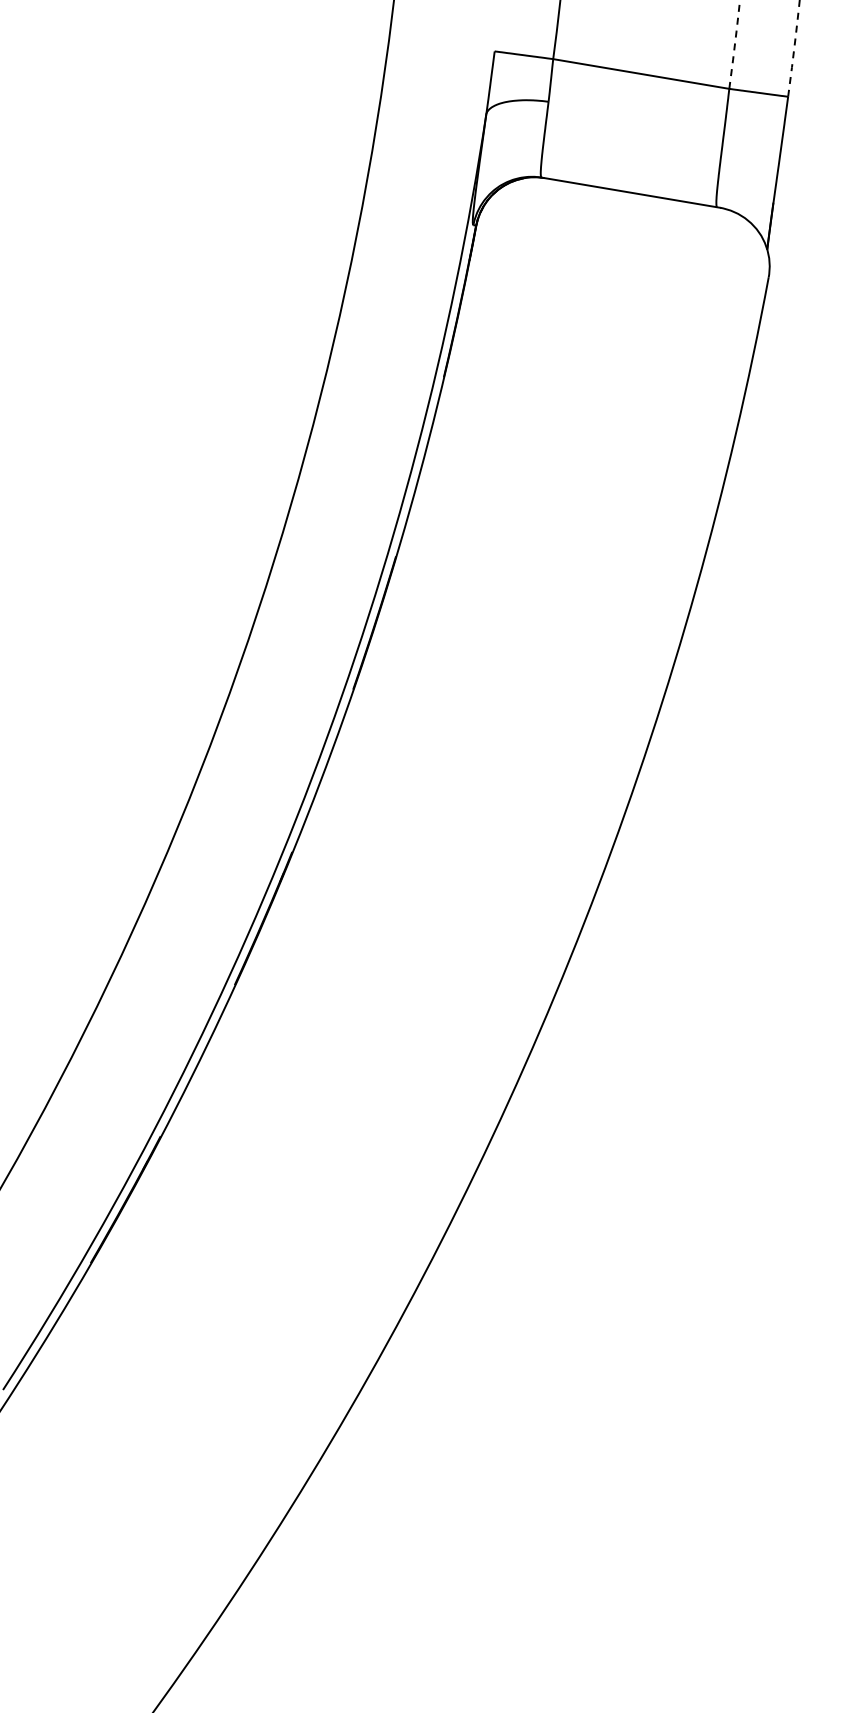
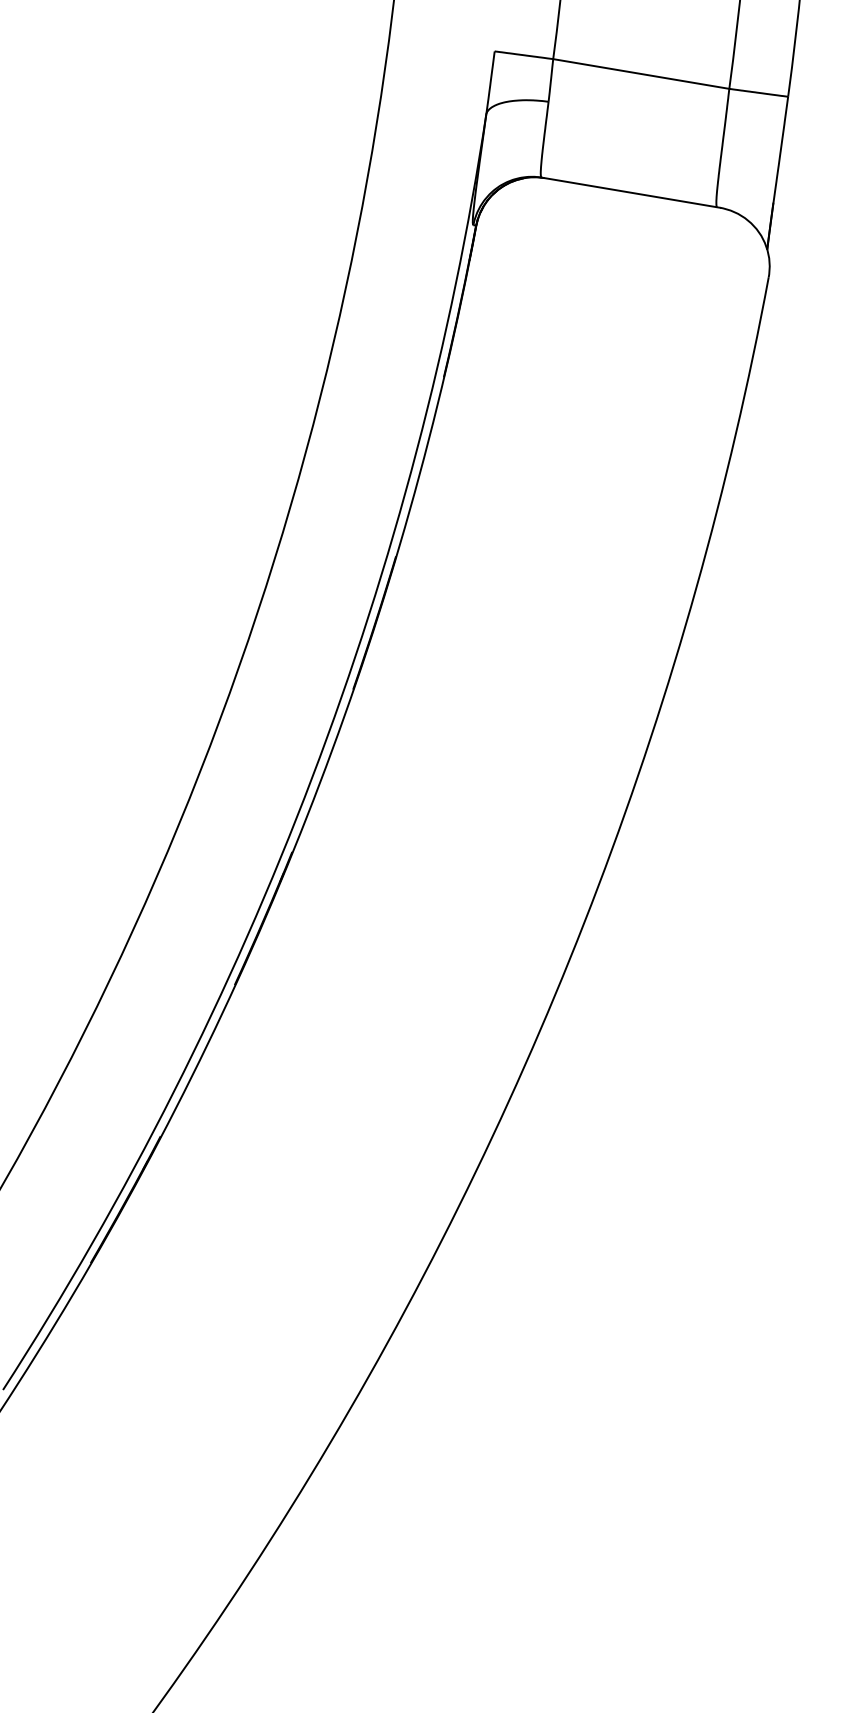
arc at (734, 43): dashed -> solid
arc at (794, 47): dashed -> solid
